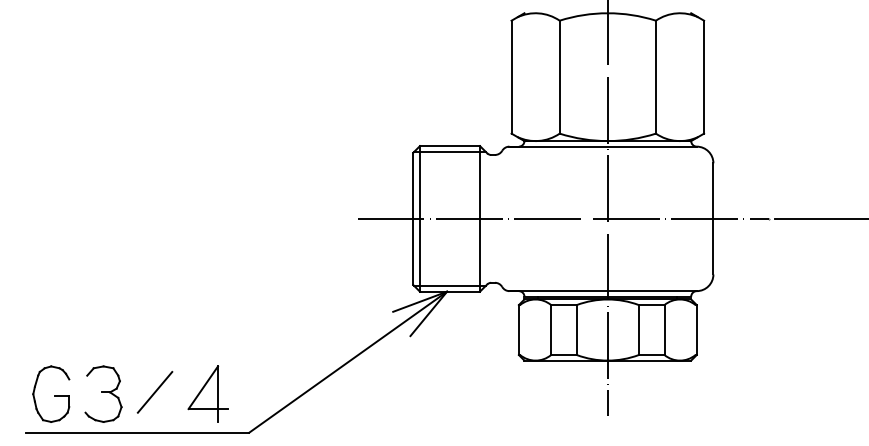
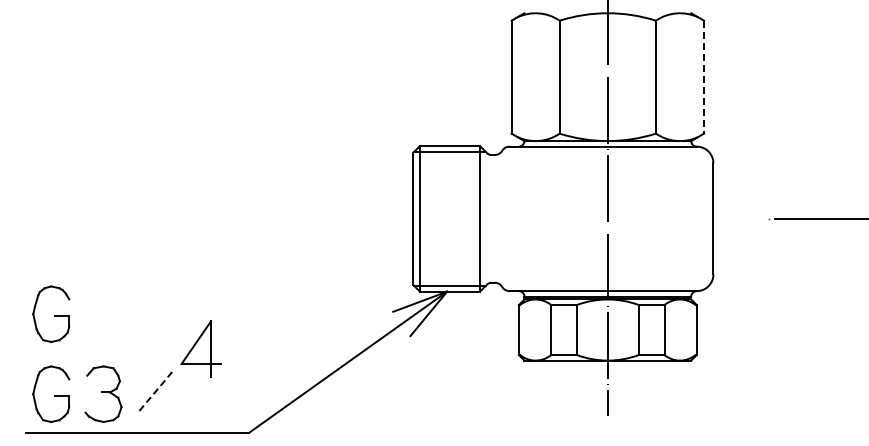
line at (704, 77): solid -> dashed
line at (563, 218): present -> none
part at (51, 313): none -> present
line at (155, 392): solid -> dashed
part at (207, 393) position: (207, 393) -> (200, 348)
